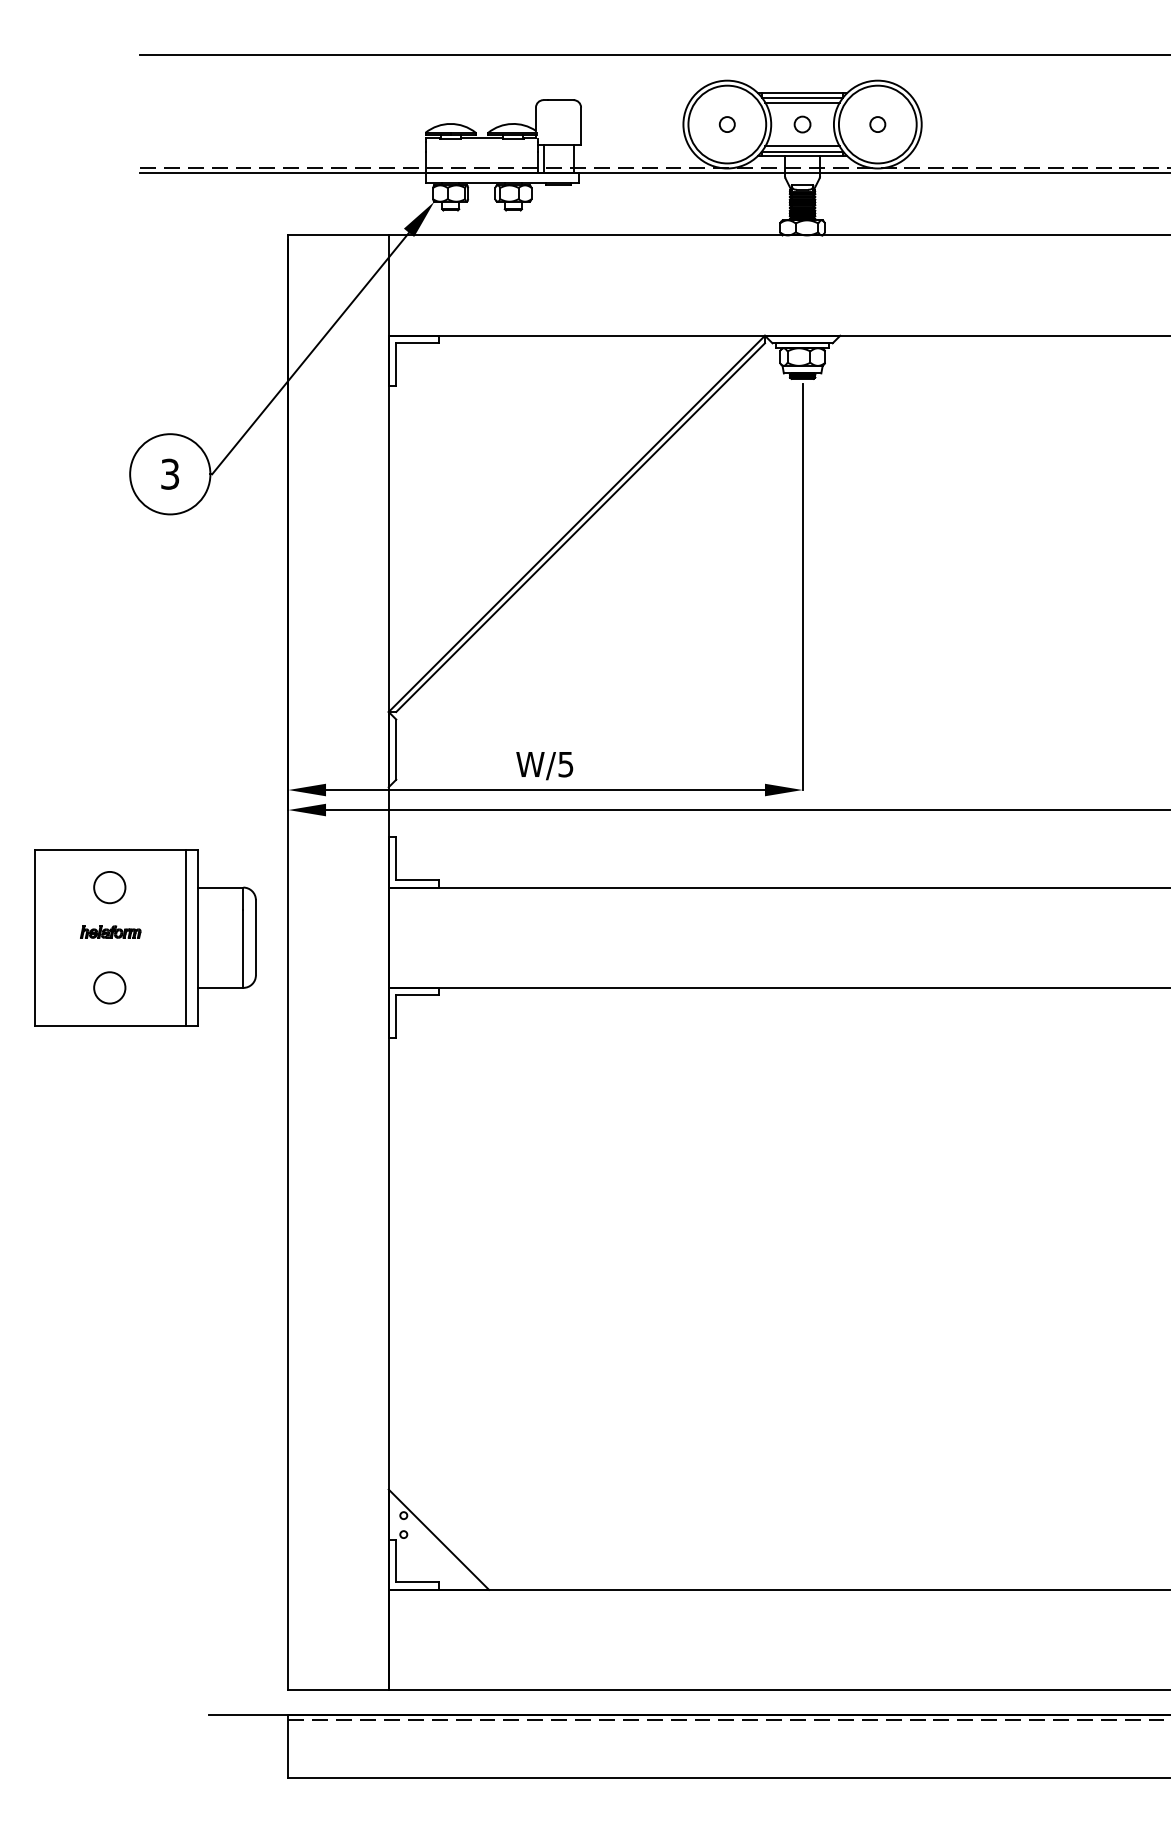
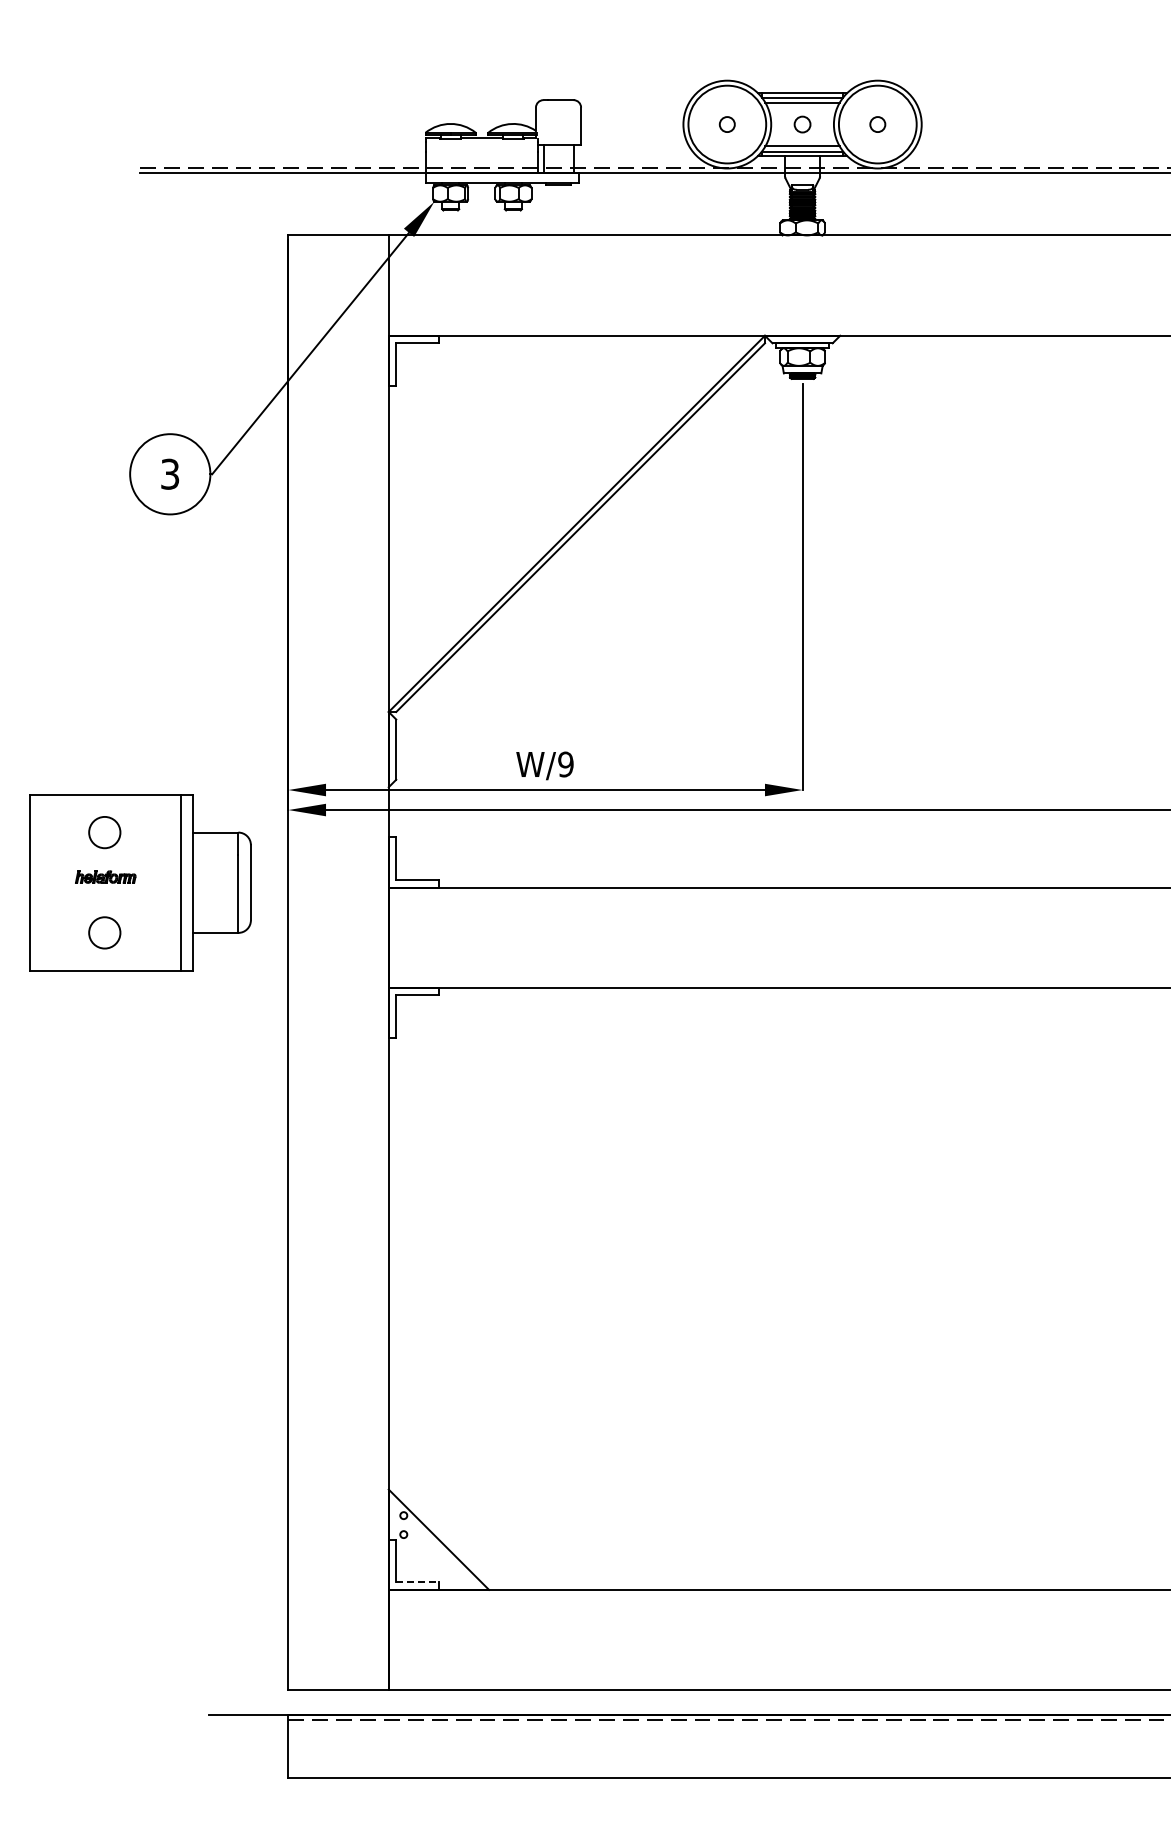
line at (653, 54): present -> none
text at (565, 764): W/5 -> W/9
part at (145, 937) position: (145, 937) -> (140, 882)
line at (418, 1582): solid -> dashed
